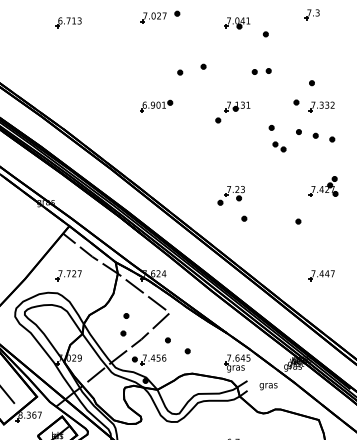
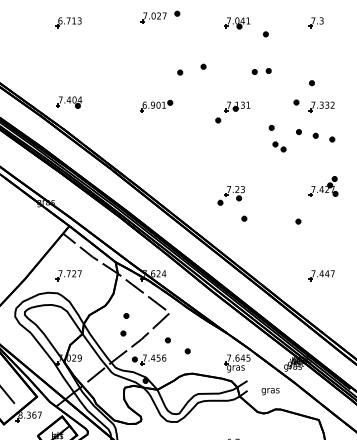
part at (311, 14) position: (311, 14) -> (315, 22)
part at (69, 102): none -> present
text at (268, 386) position: (268, 386) -> (270, 391)
